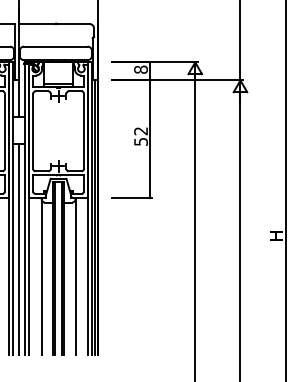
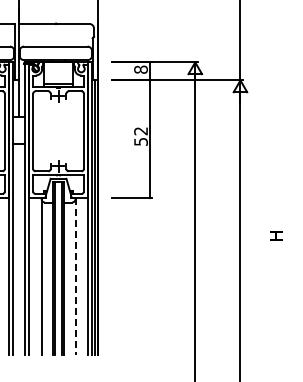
line at (285, 190): present -> none
line at (19, 249): present -> none
line at (75, 276): solid -> dashed
